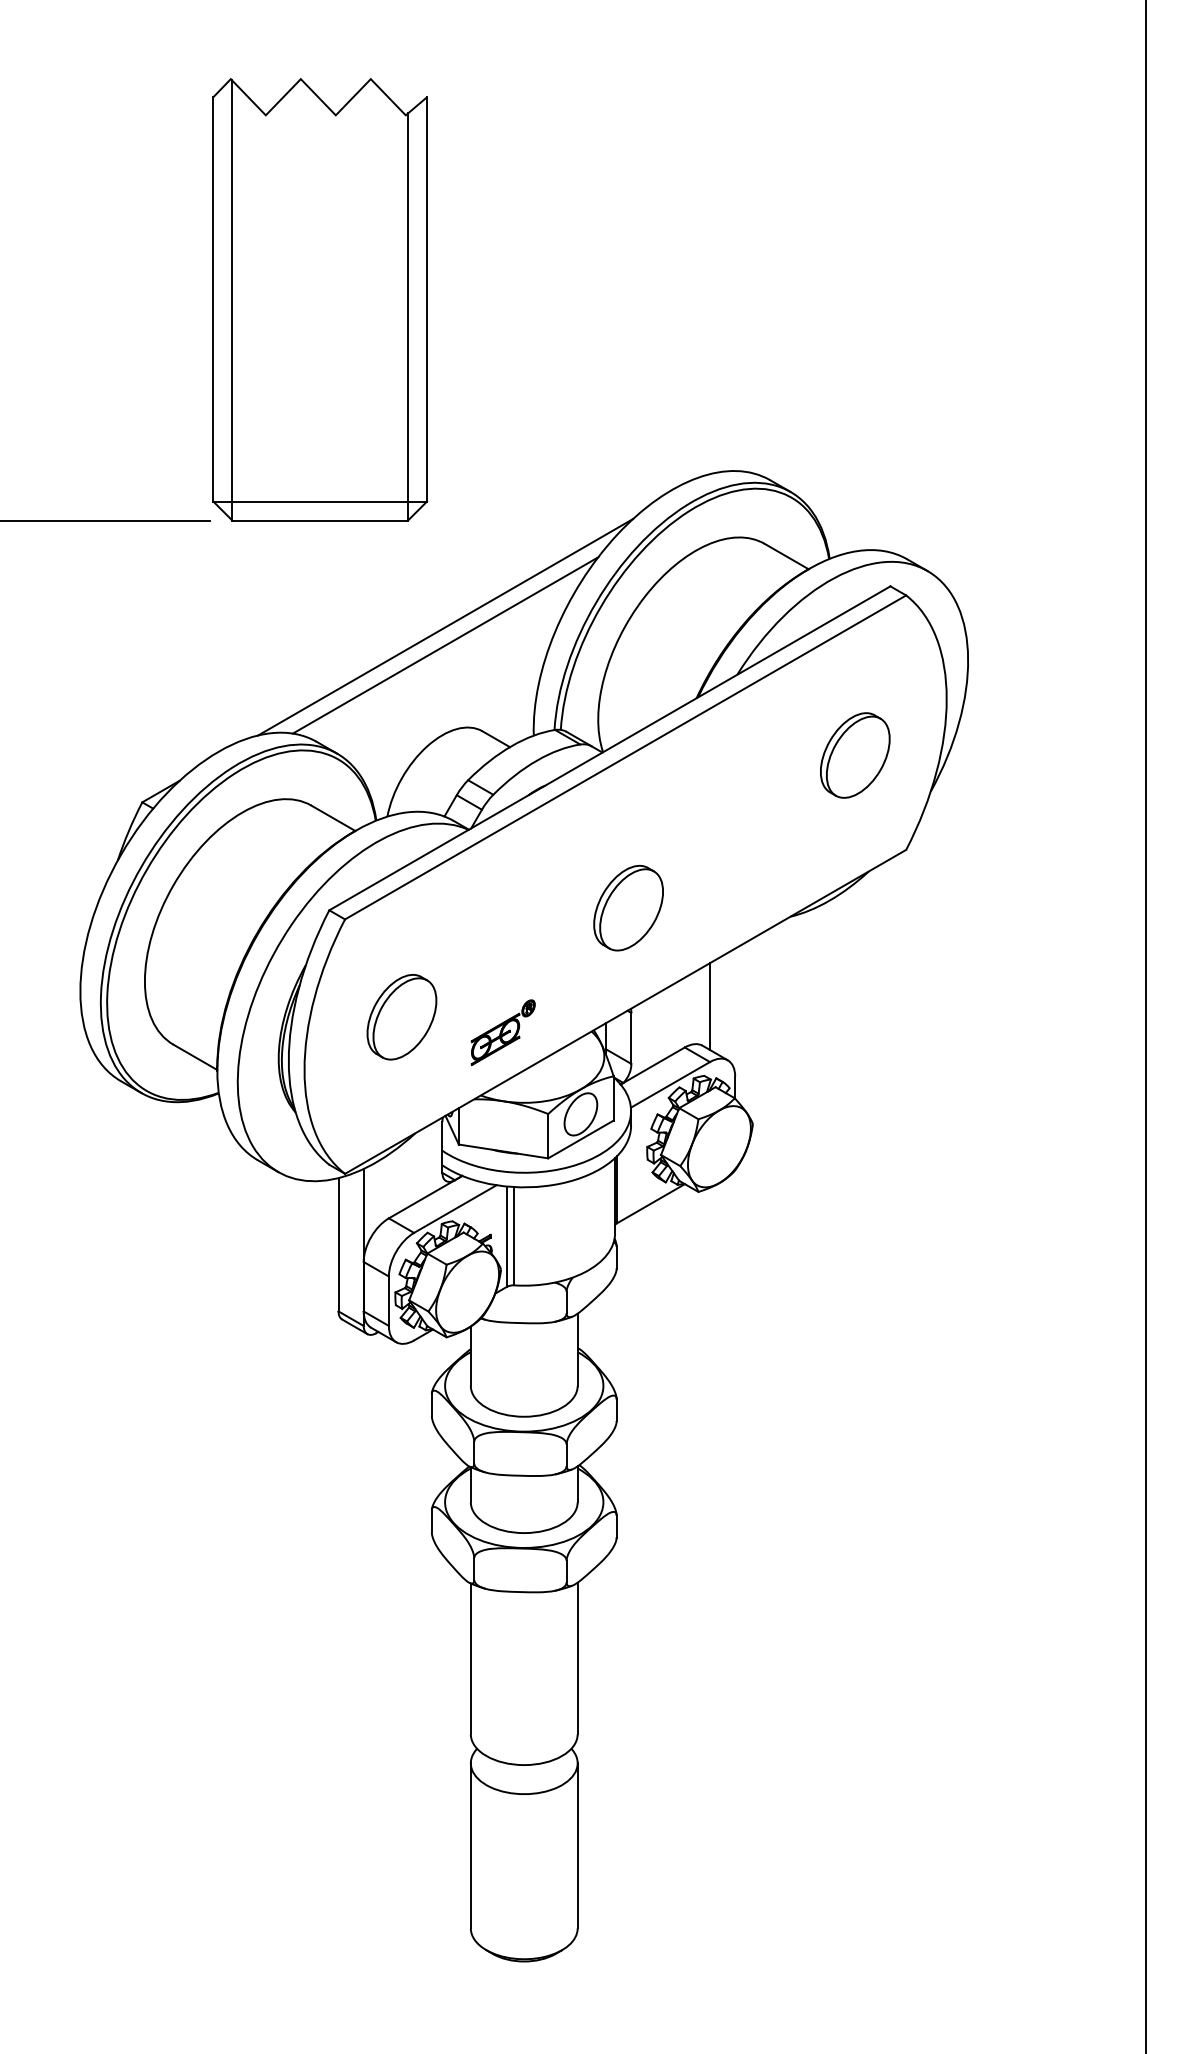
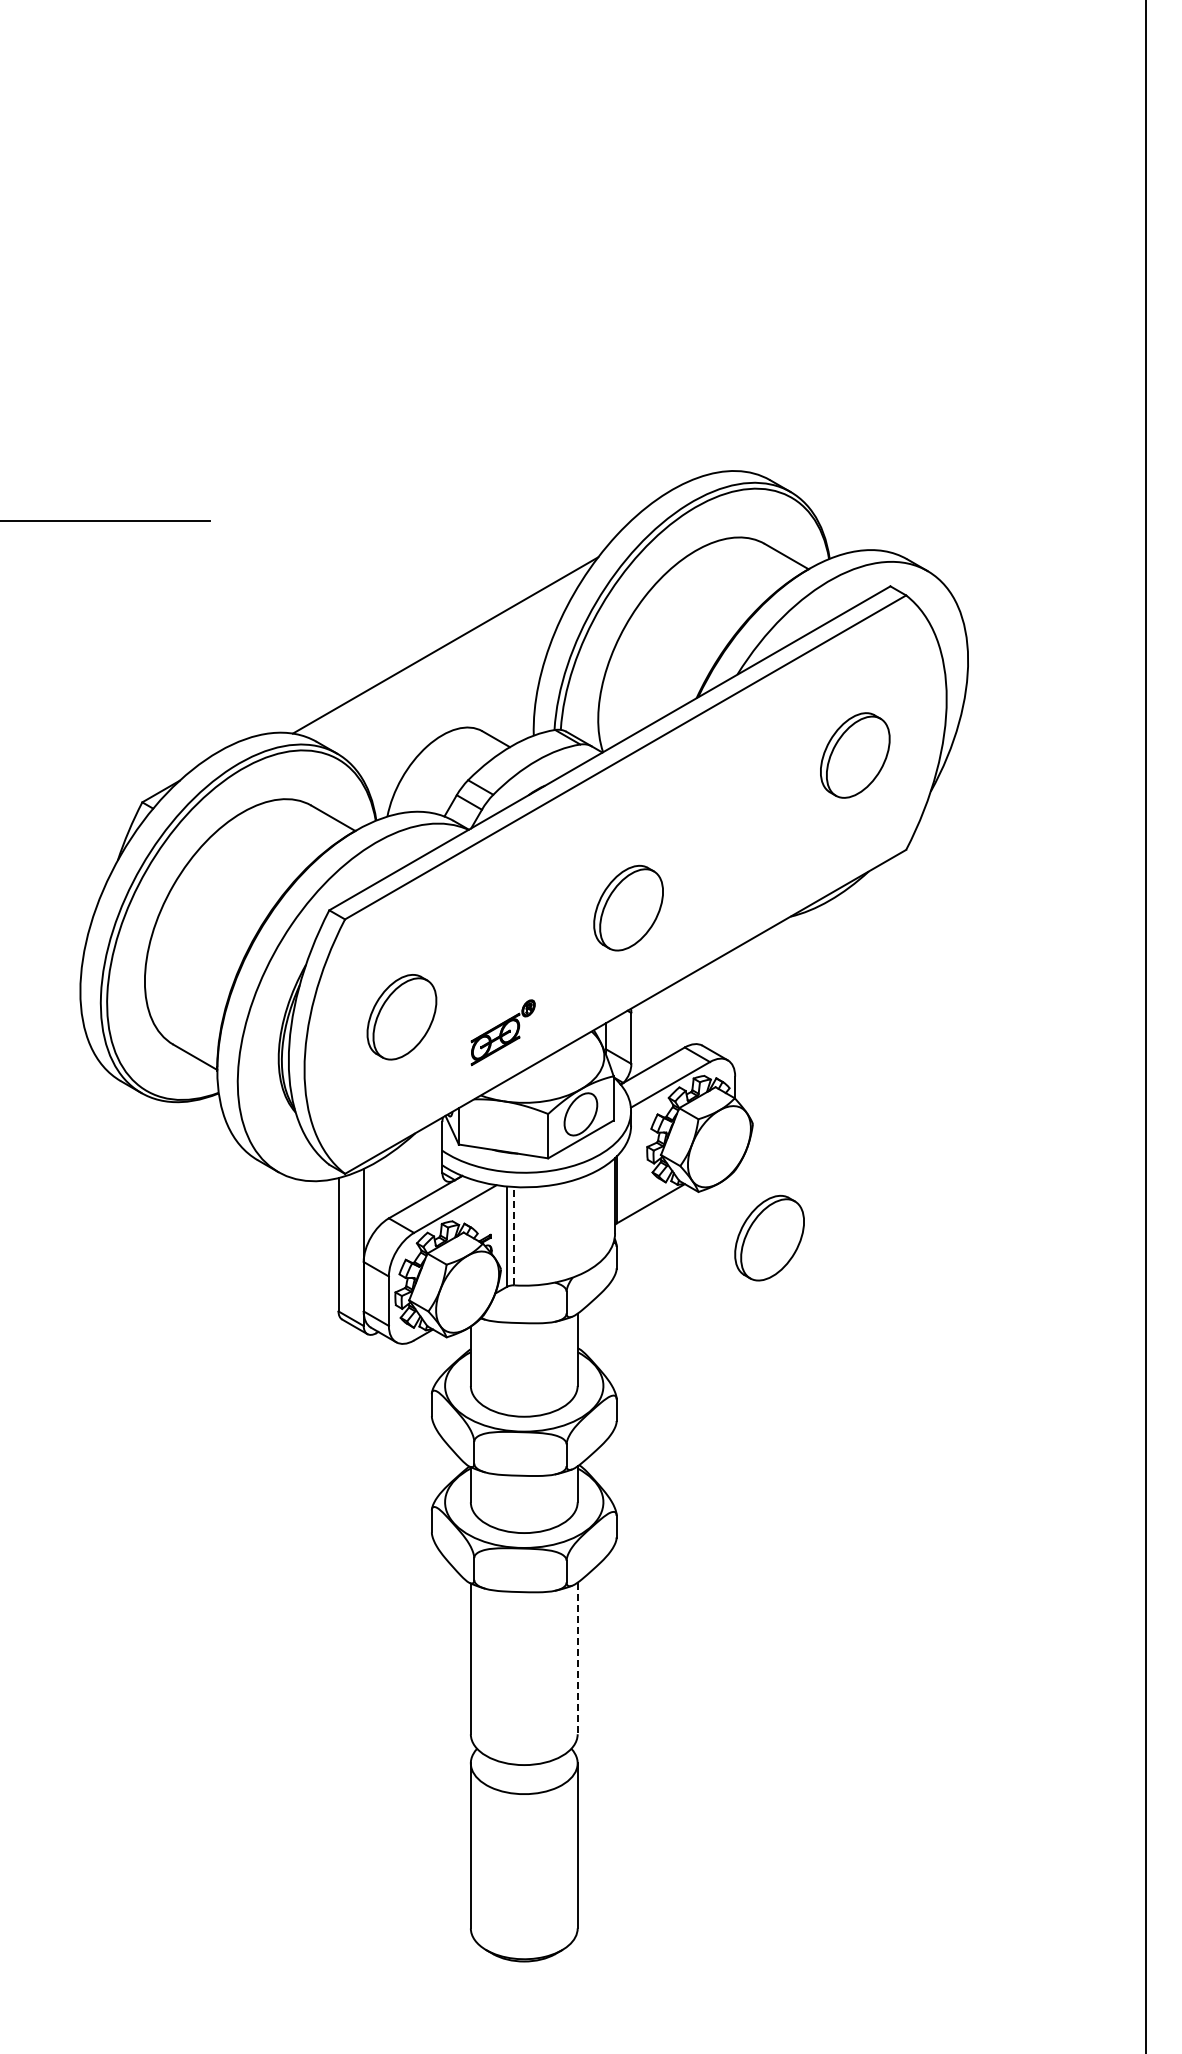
part at (320, 299): present -> none
line at (445, 627): present -> none
line at (710, 1006): present -> none
line at (514, 1235): solid -> dashed
part at (769, 1237): none -> present
line at (577, 1658): solid -> dashed
